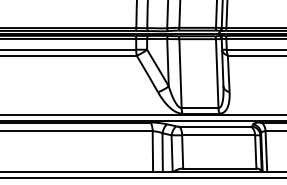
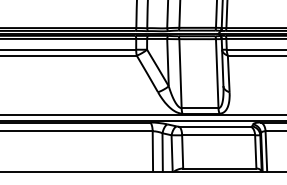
line at (142, 177): present -> none
